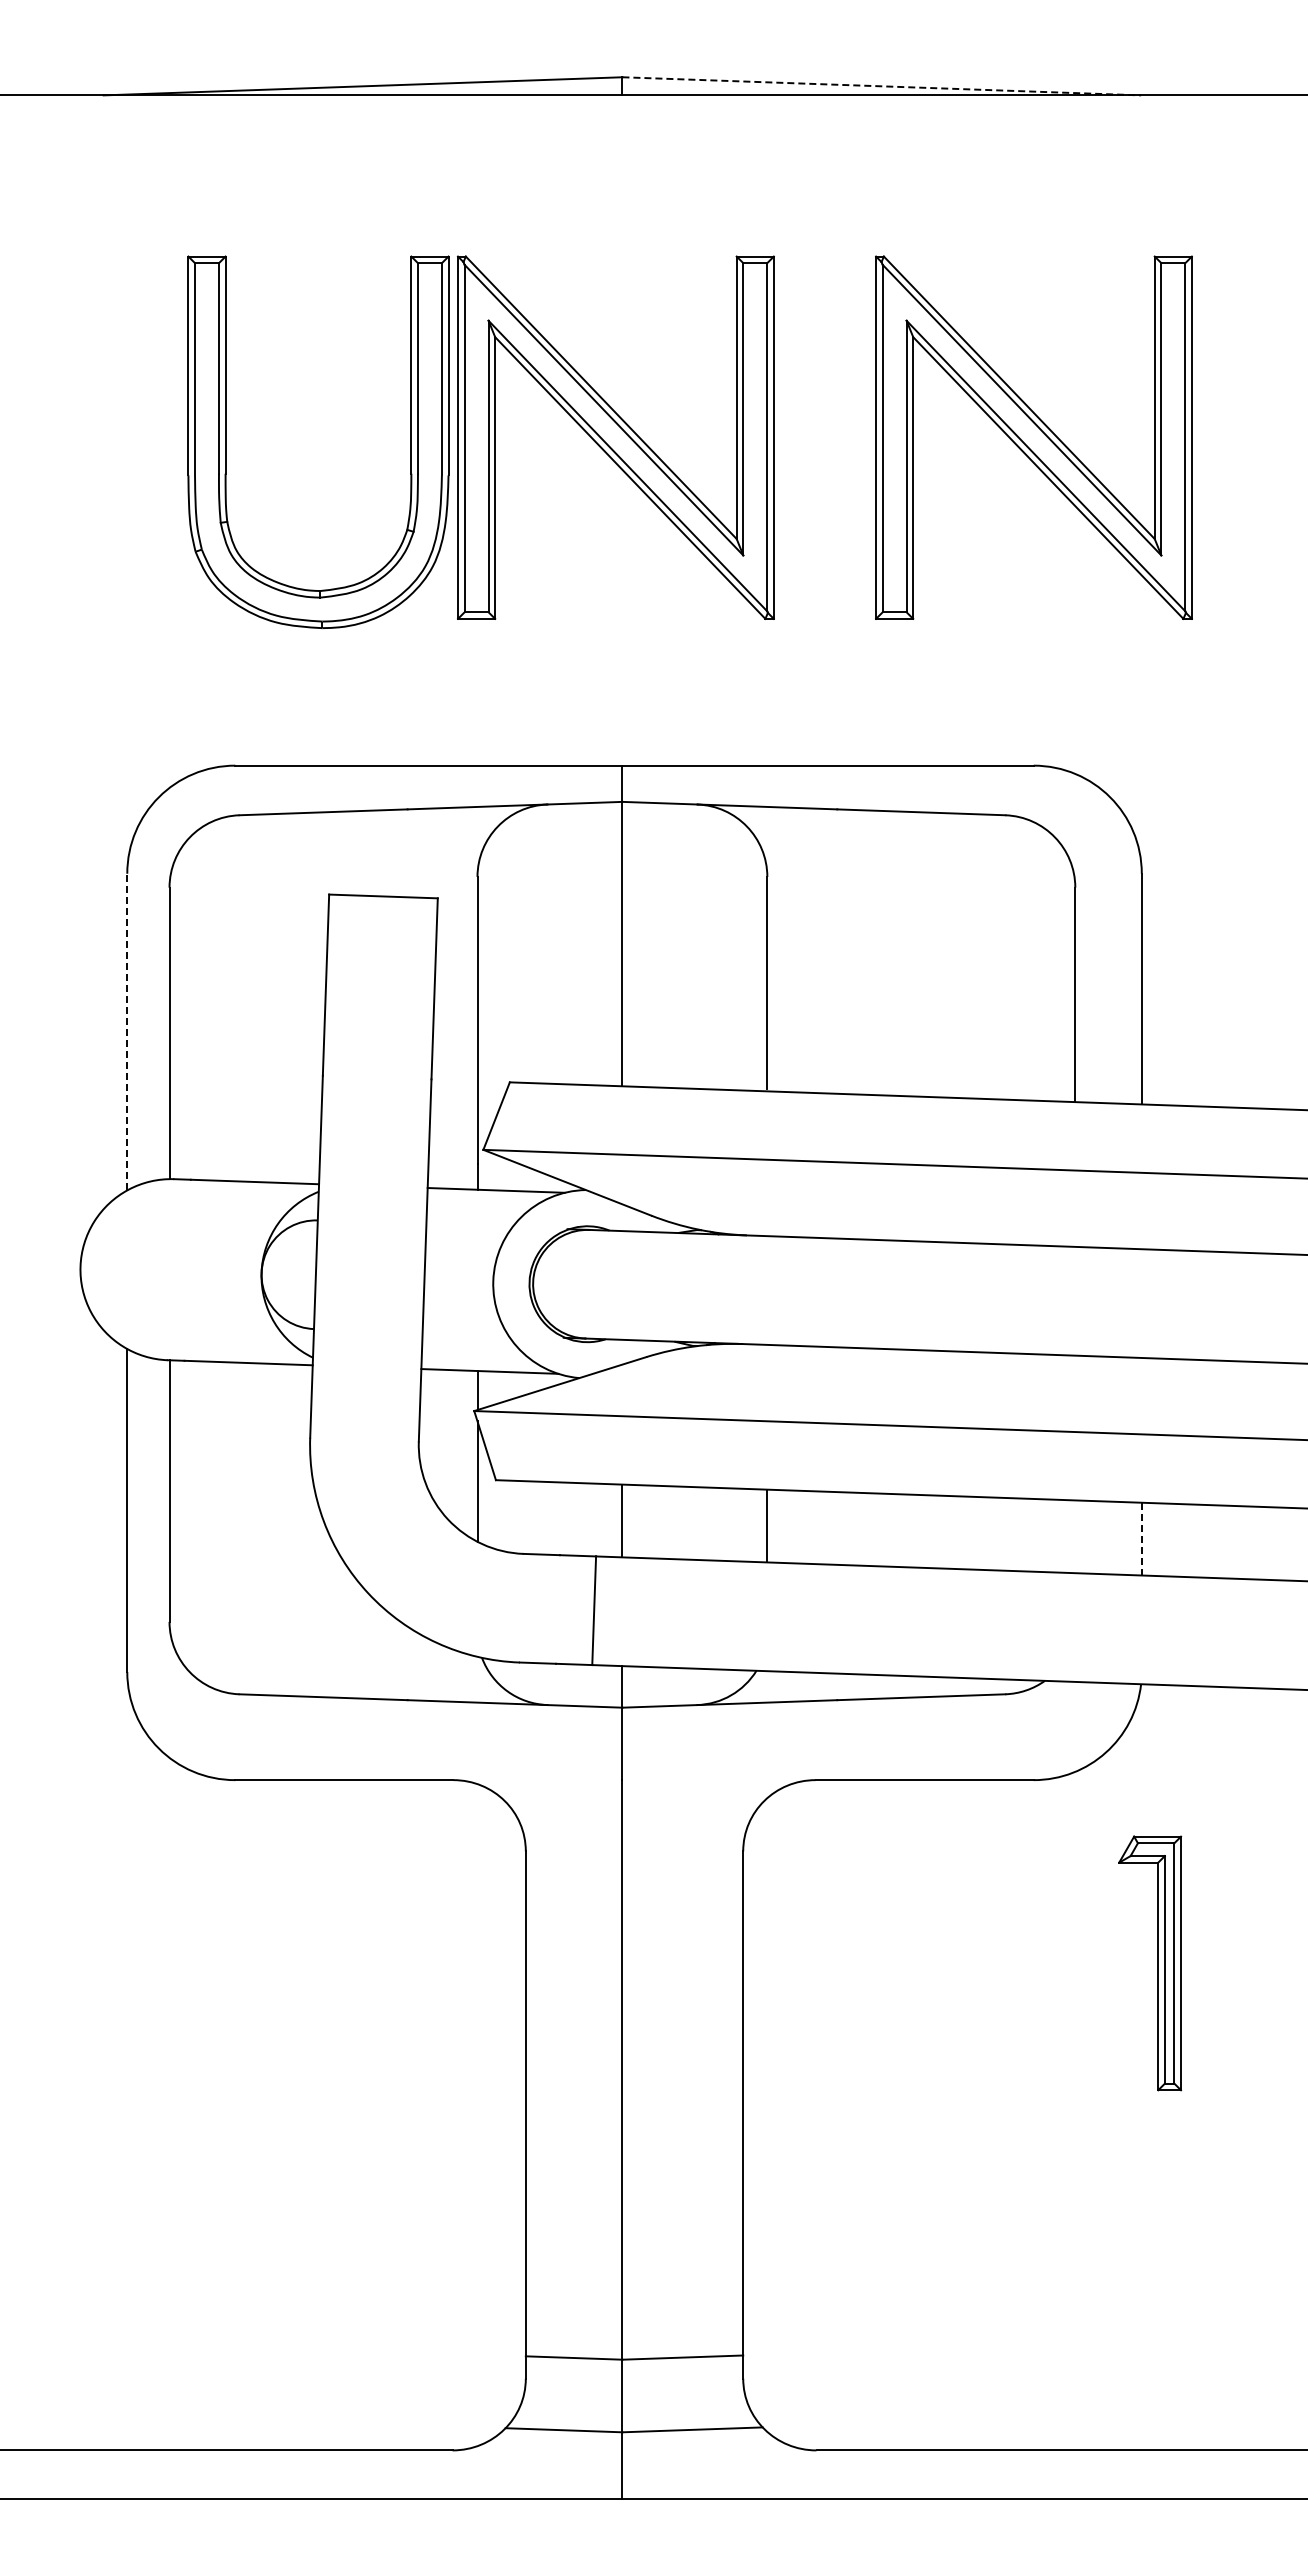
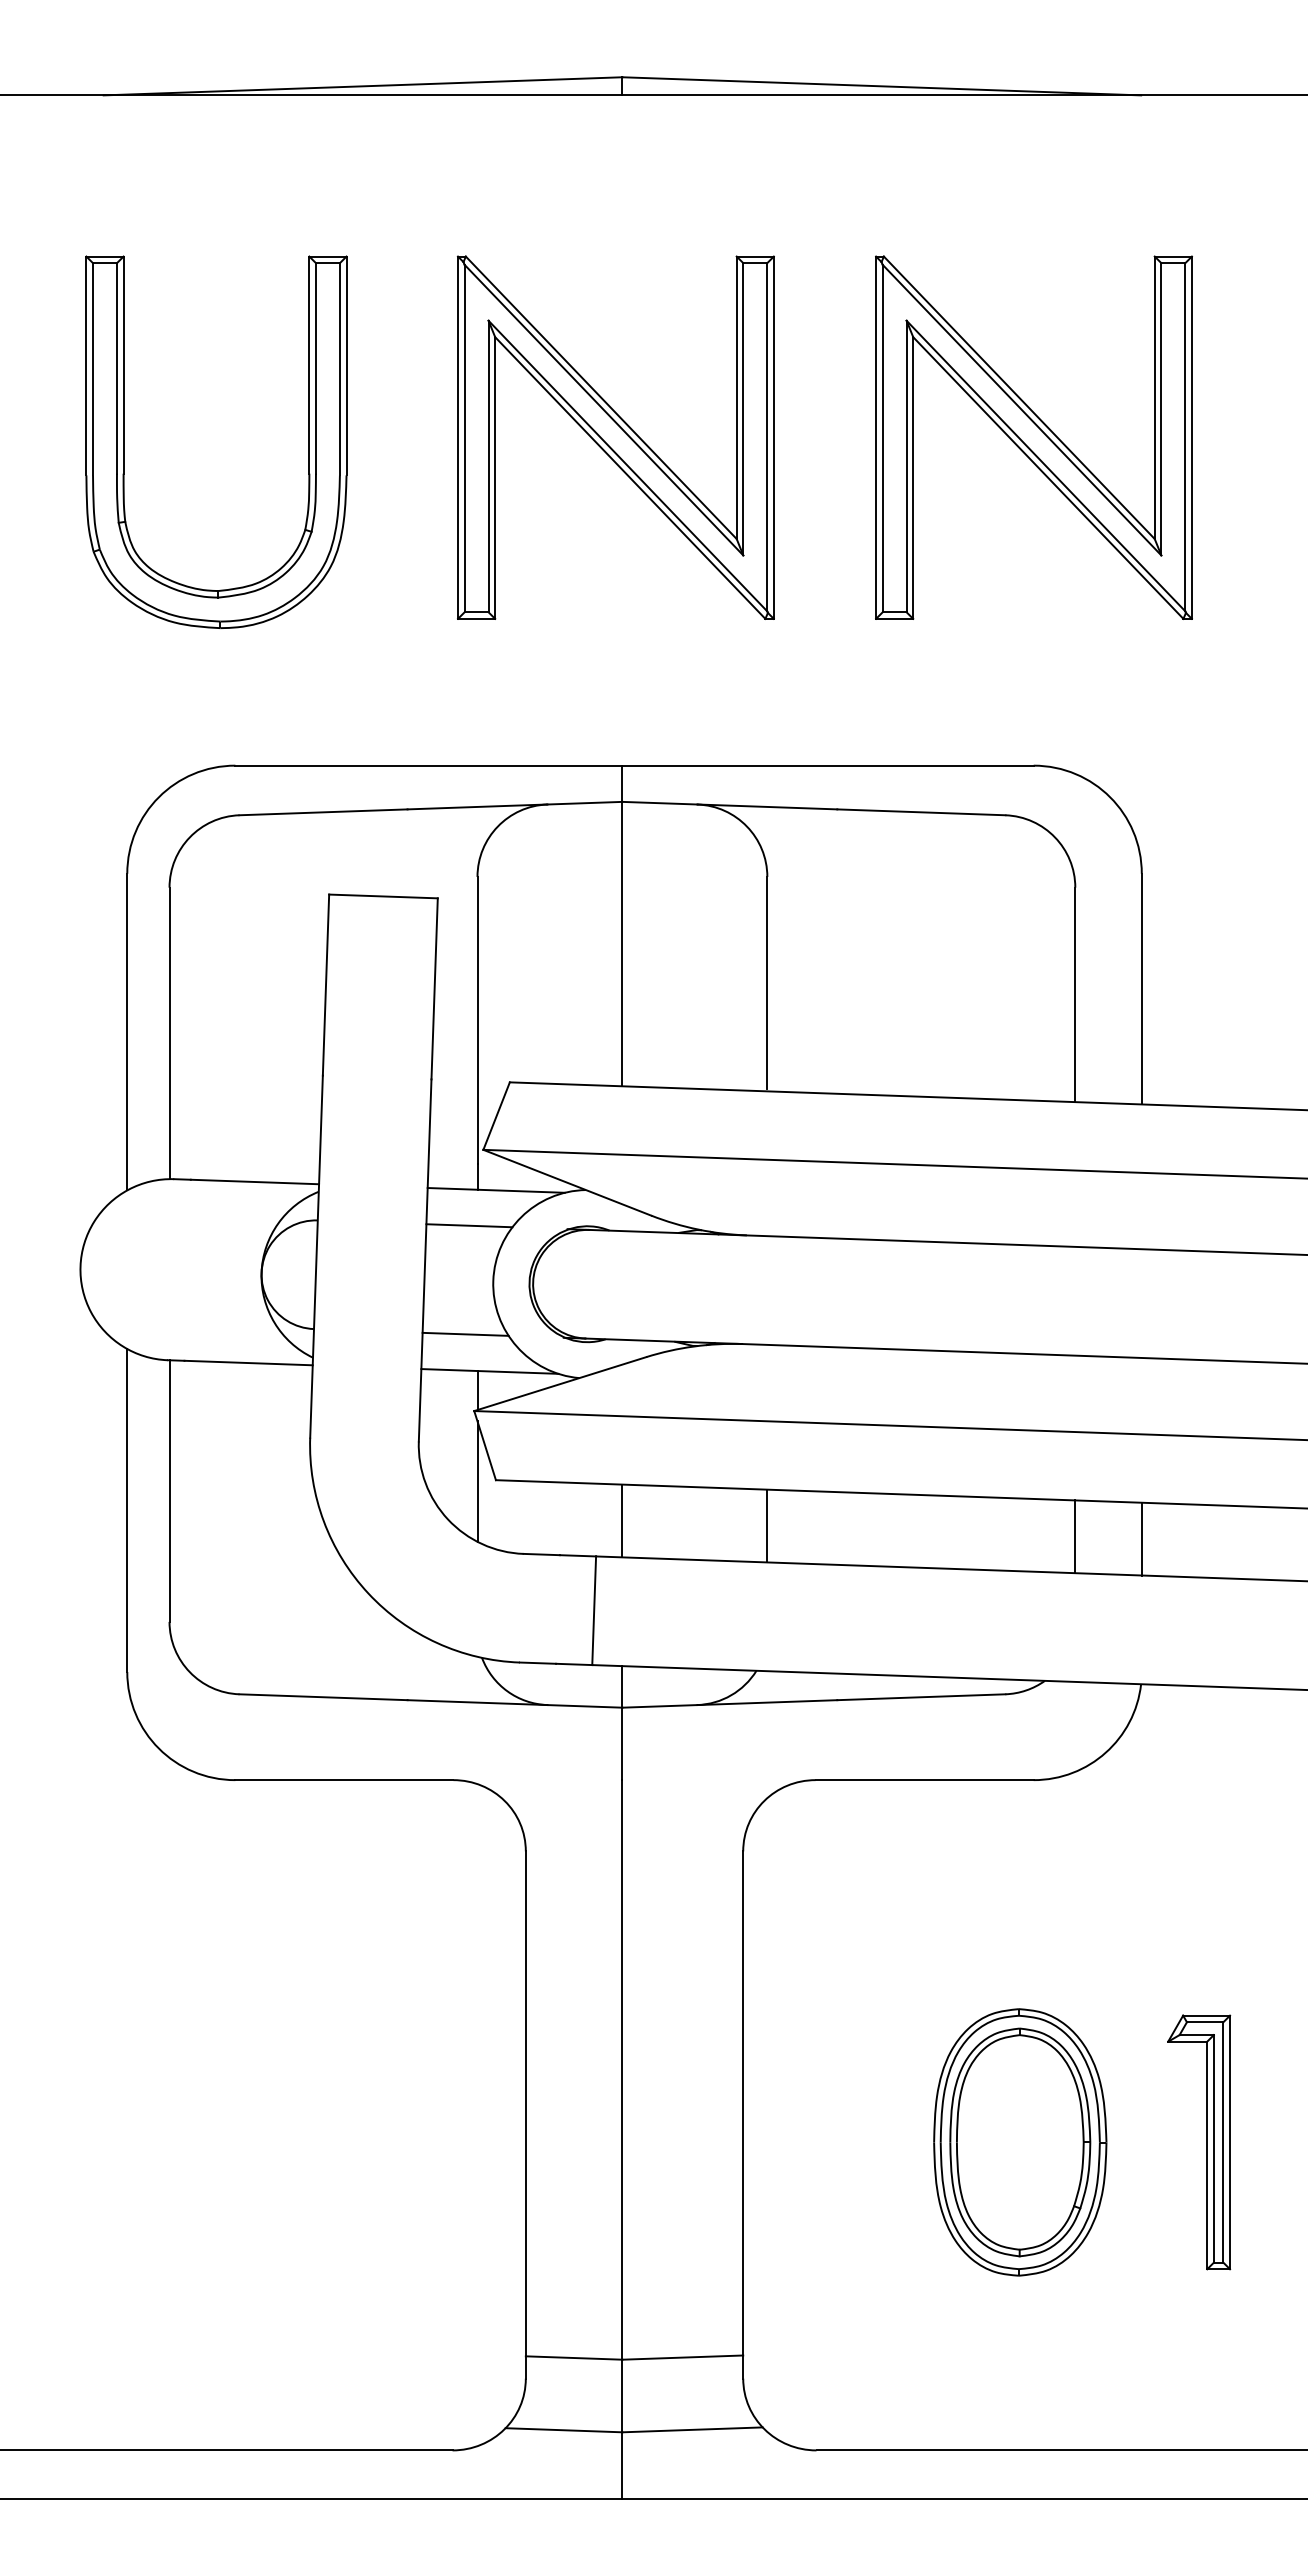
line at (881, 86): dashed -> solid
part at (226, 441) position: (226, 441) -> (124, 441)
line at (127, 1031): dashed -> solid
line at (469, 1225): none -> present
line at (465, 1333): none -> present
line at (1075, 1536): none -> present
line at (1141, 1539): dashed -> solid
part at (1157, 1963) position: (1157, 1963) -> (1206, 2142)
part at (1020, 2142): none -> present
